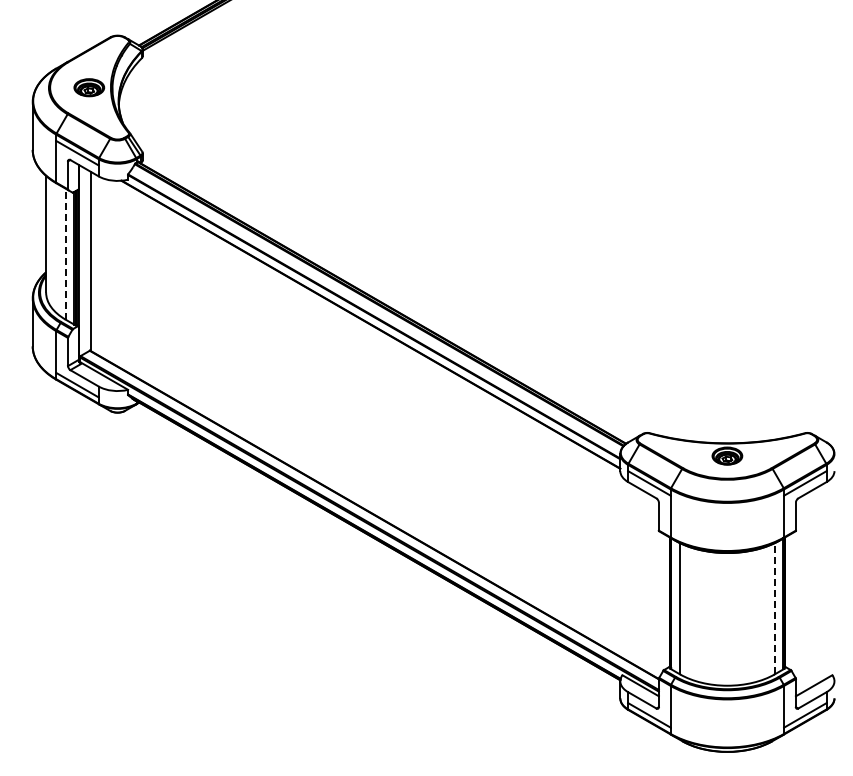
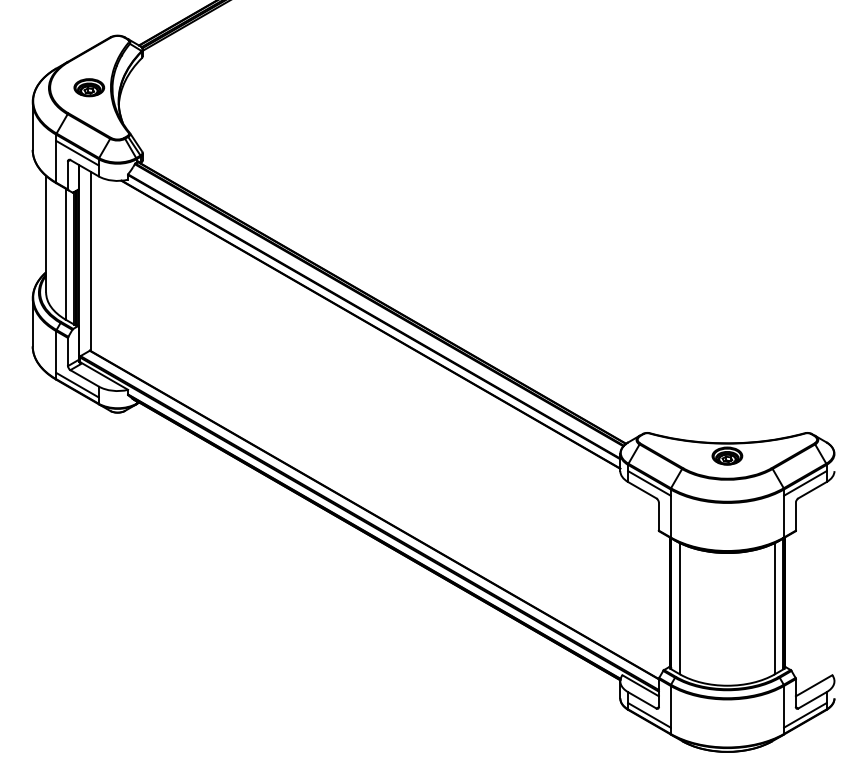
line at (65, 253): dashed -> solid
line at (774, 608): dashed -> solid
